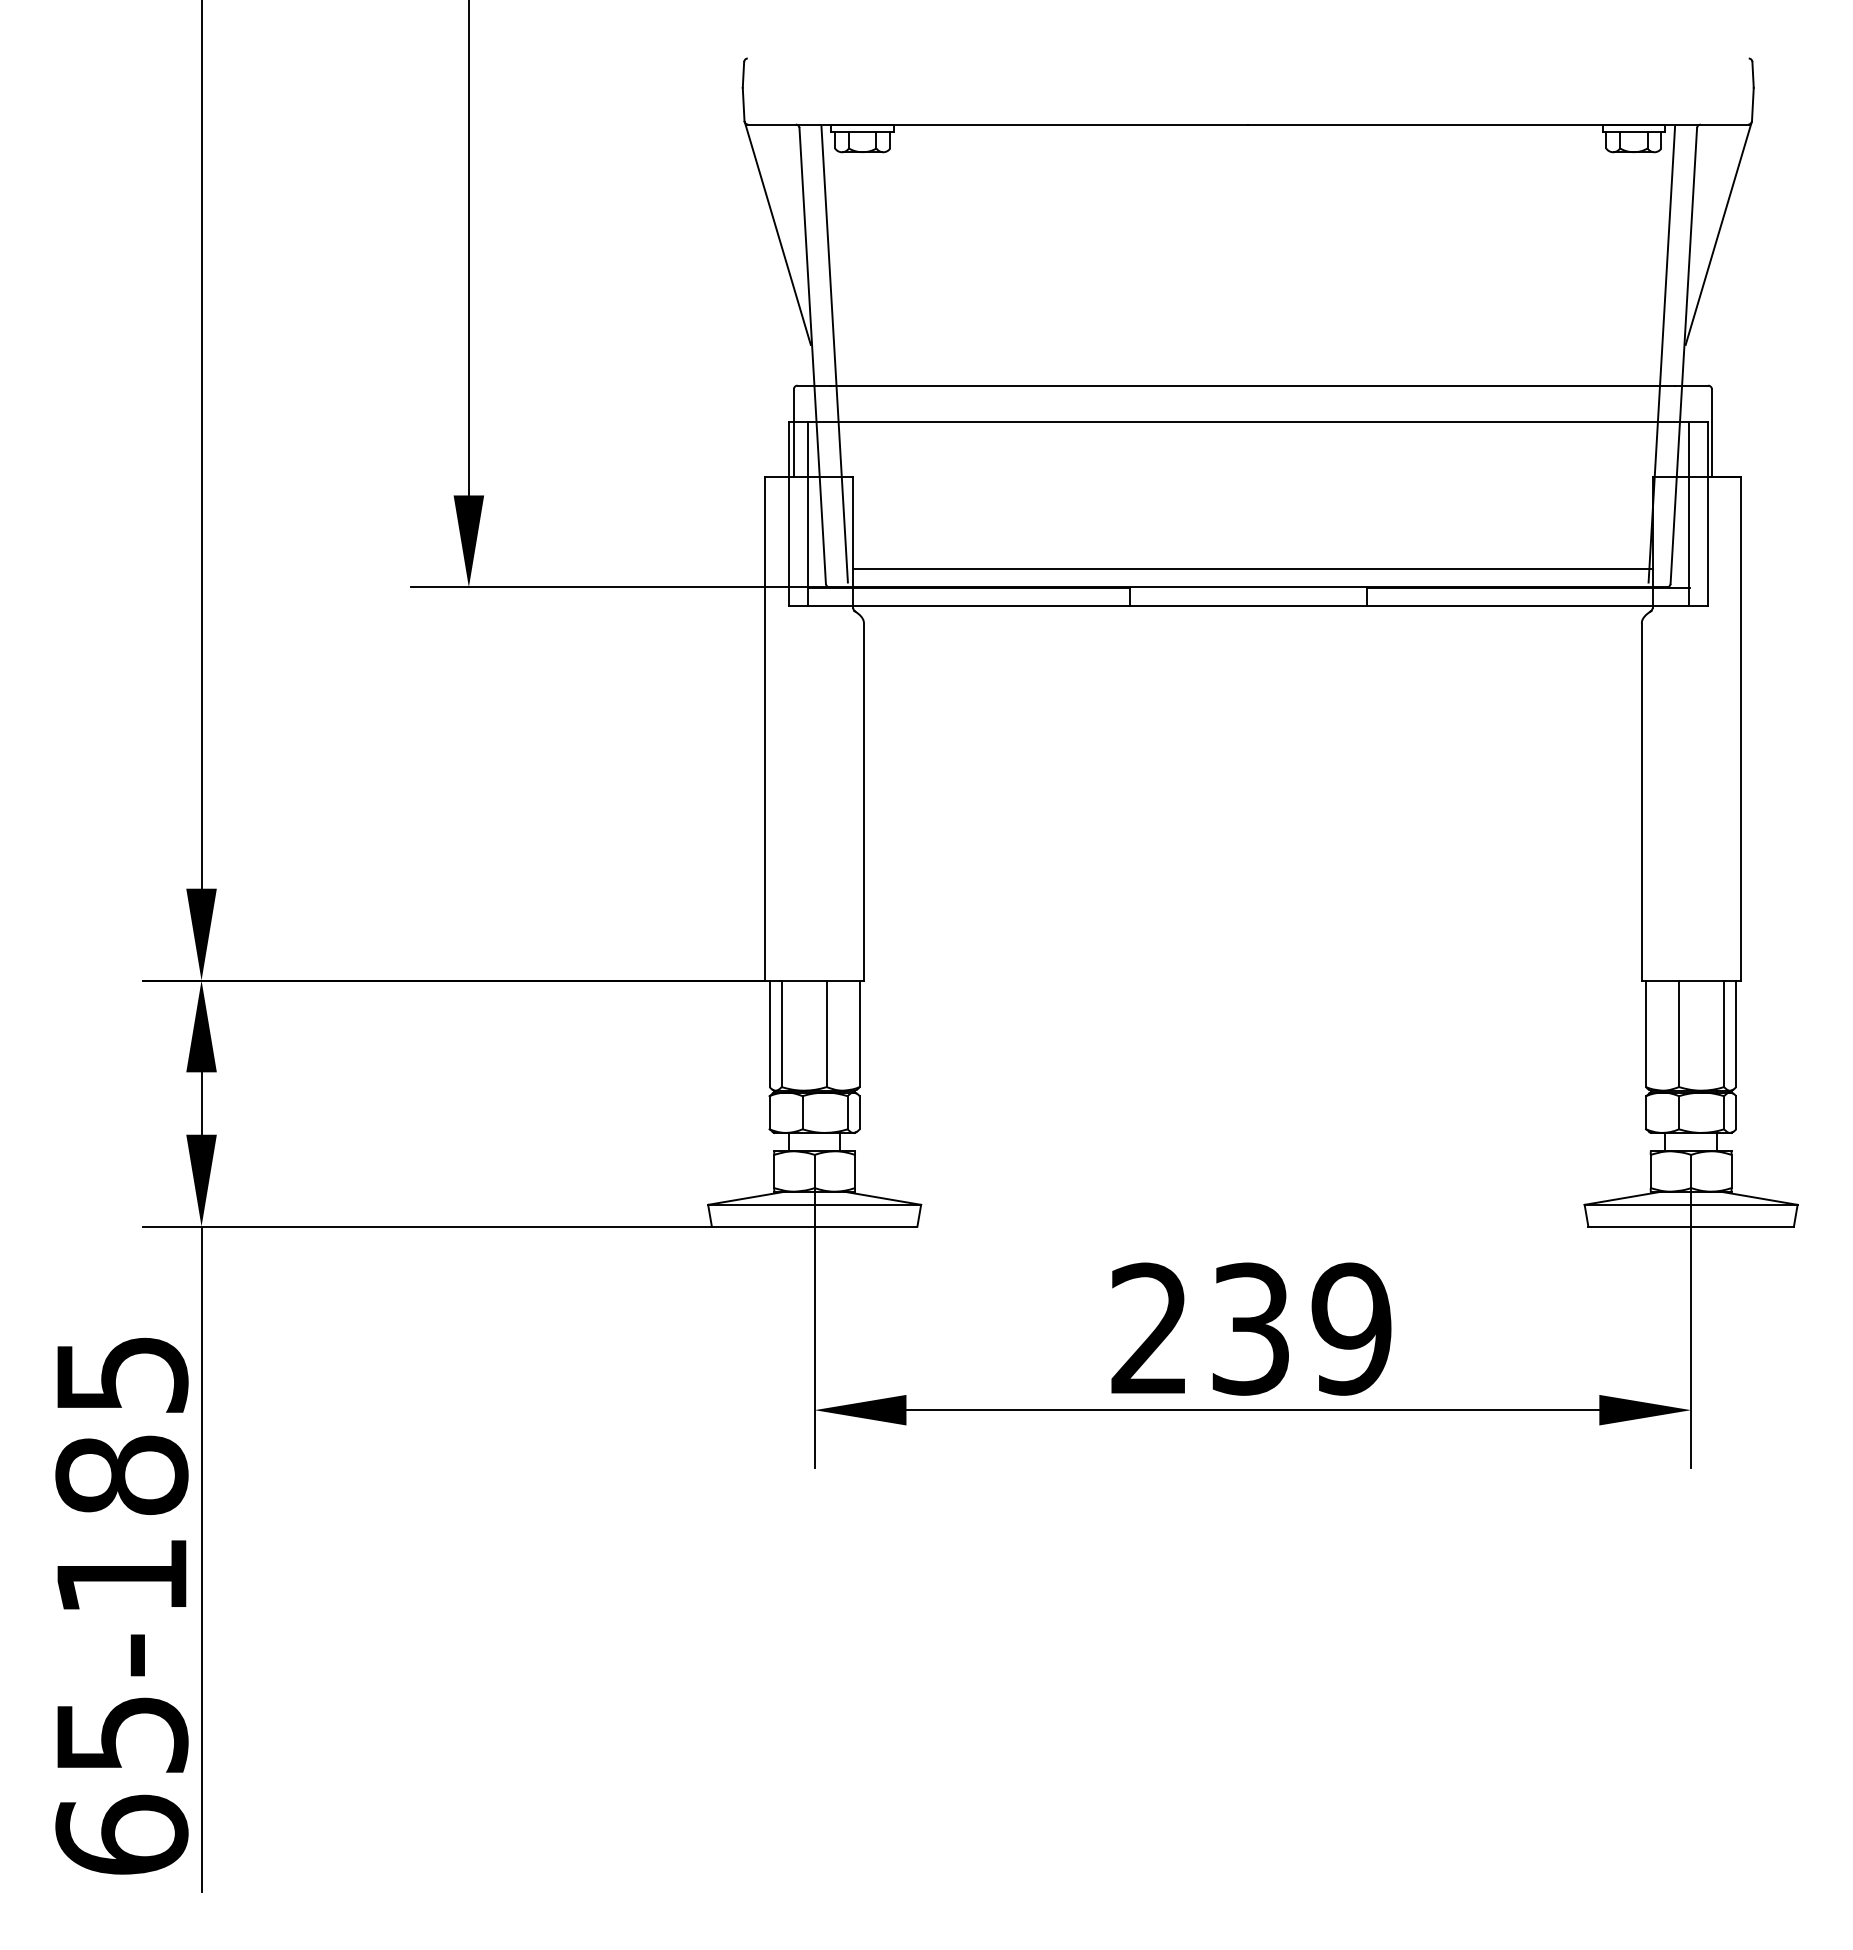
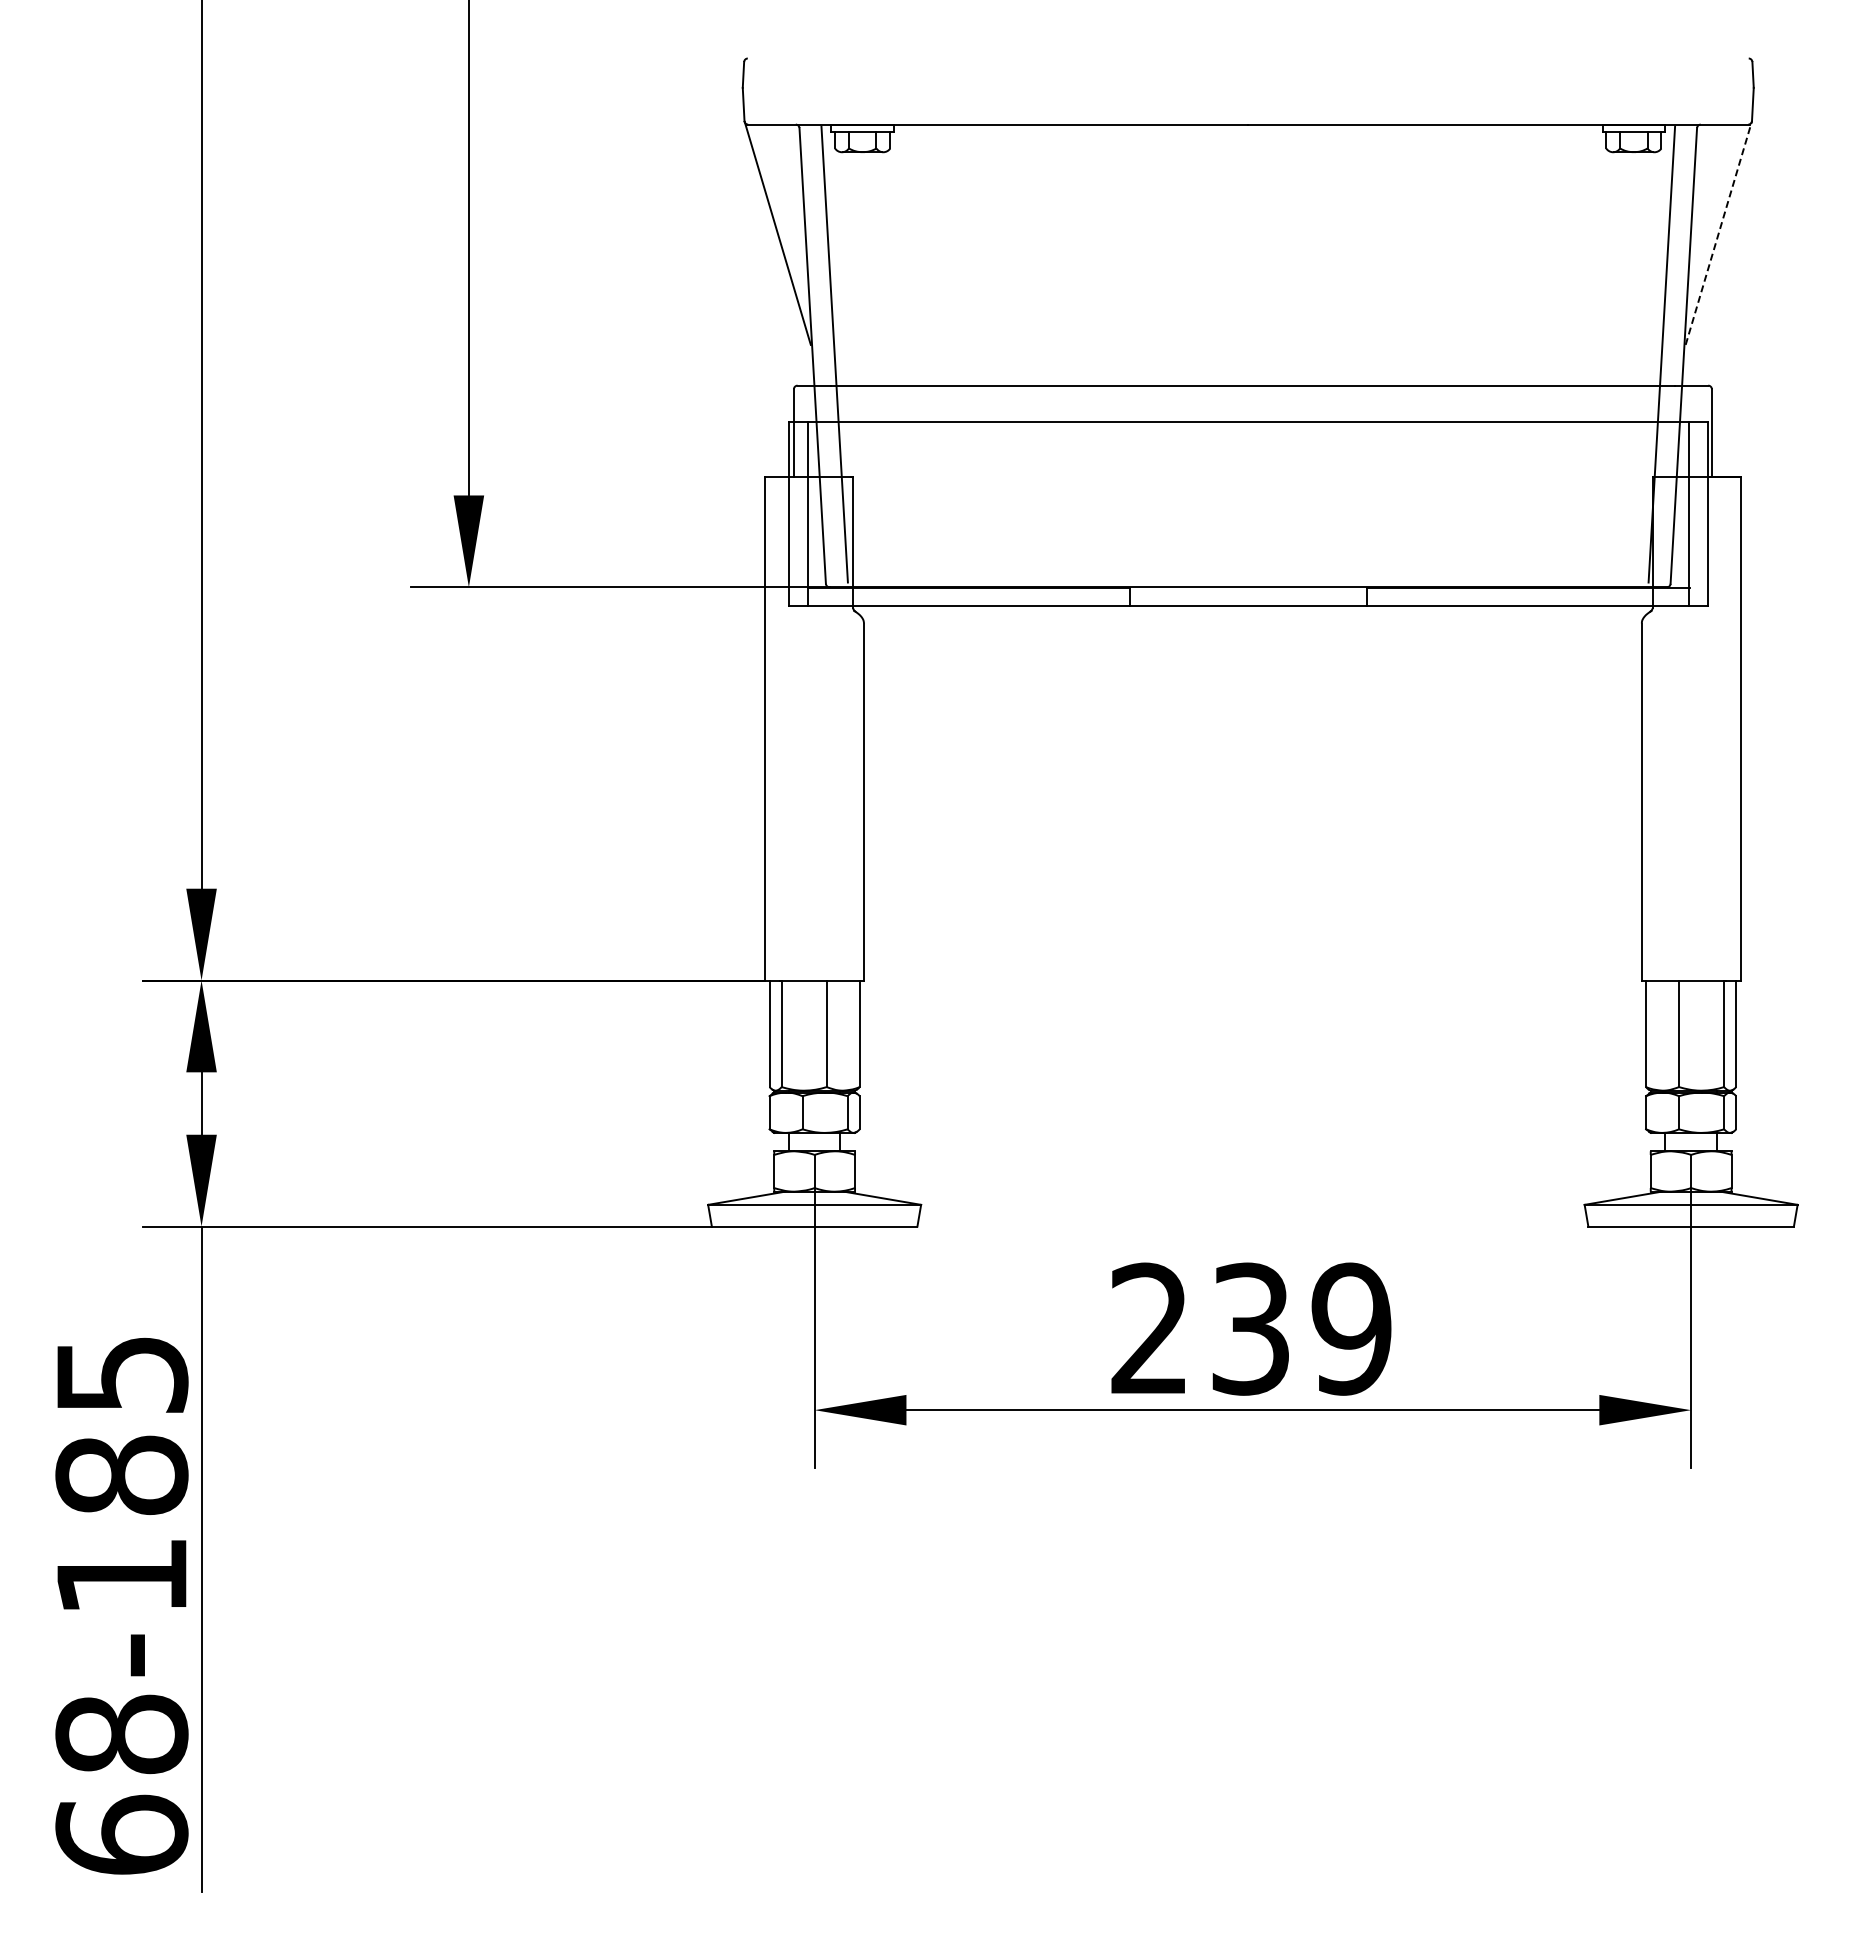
line at (1718, 232): solid -> dashed
line at (1252, 569): present -> none
text at (121, 1734): 65-185 -> 68-185
